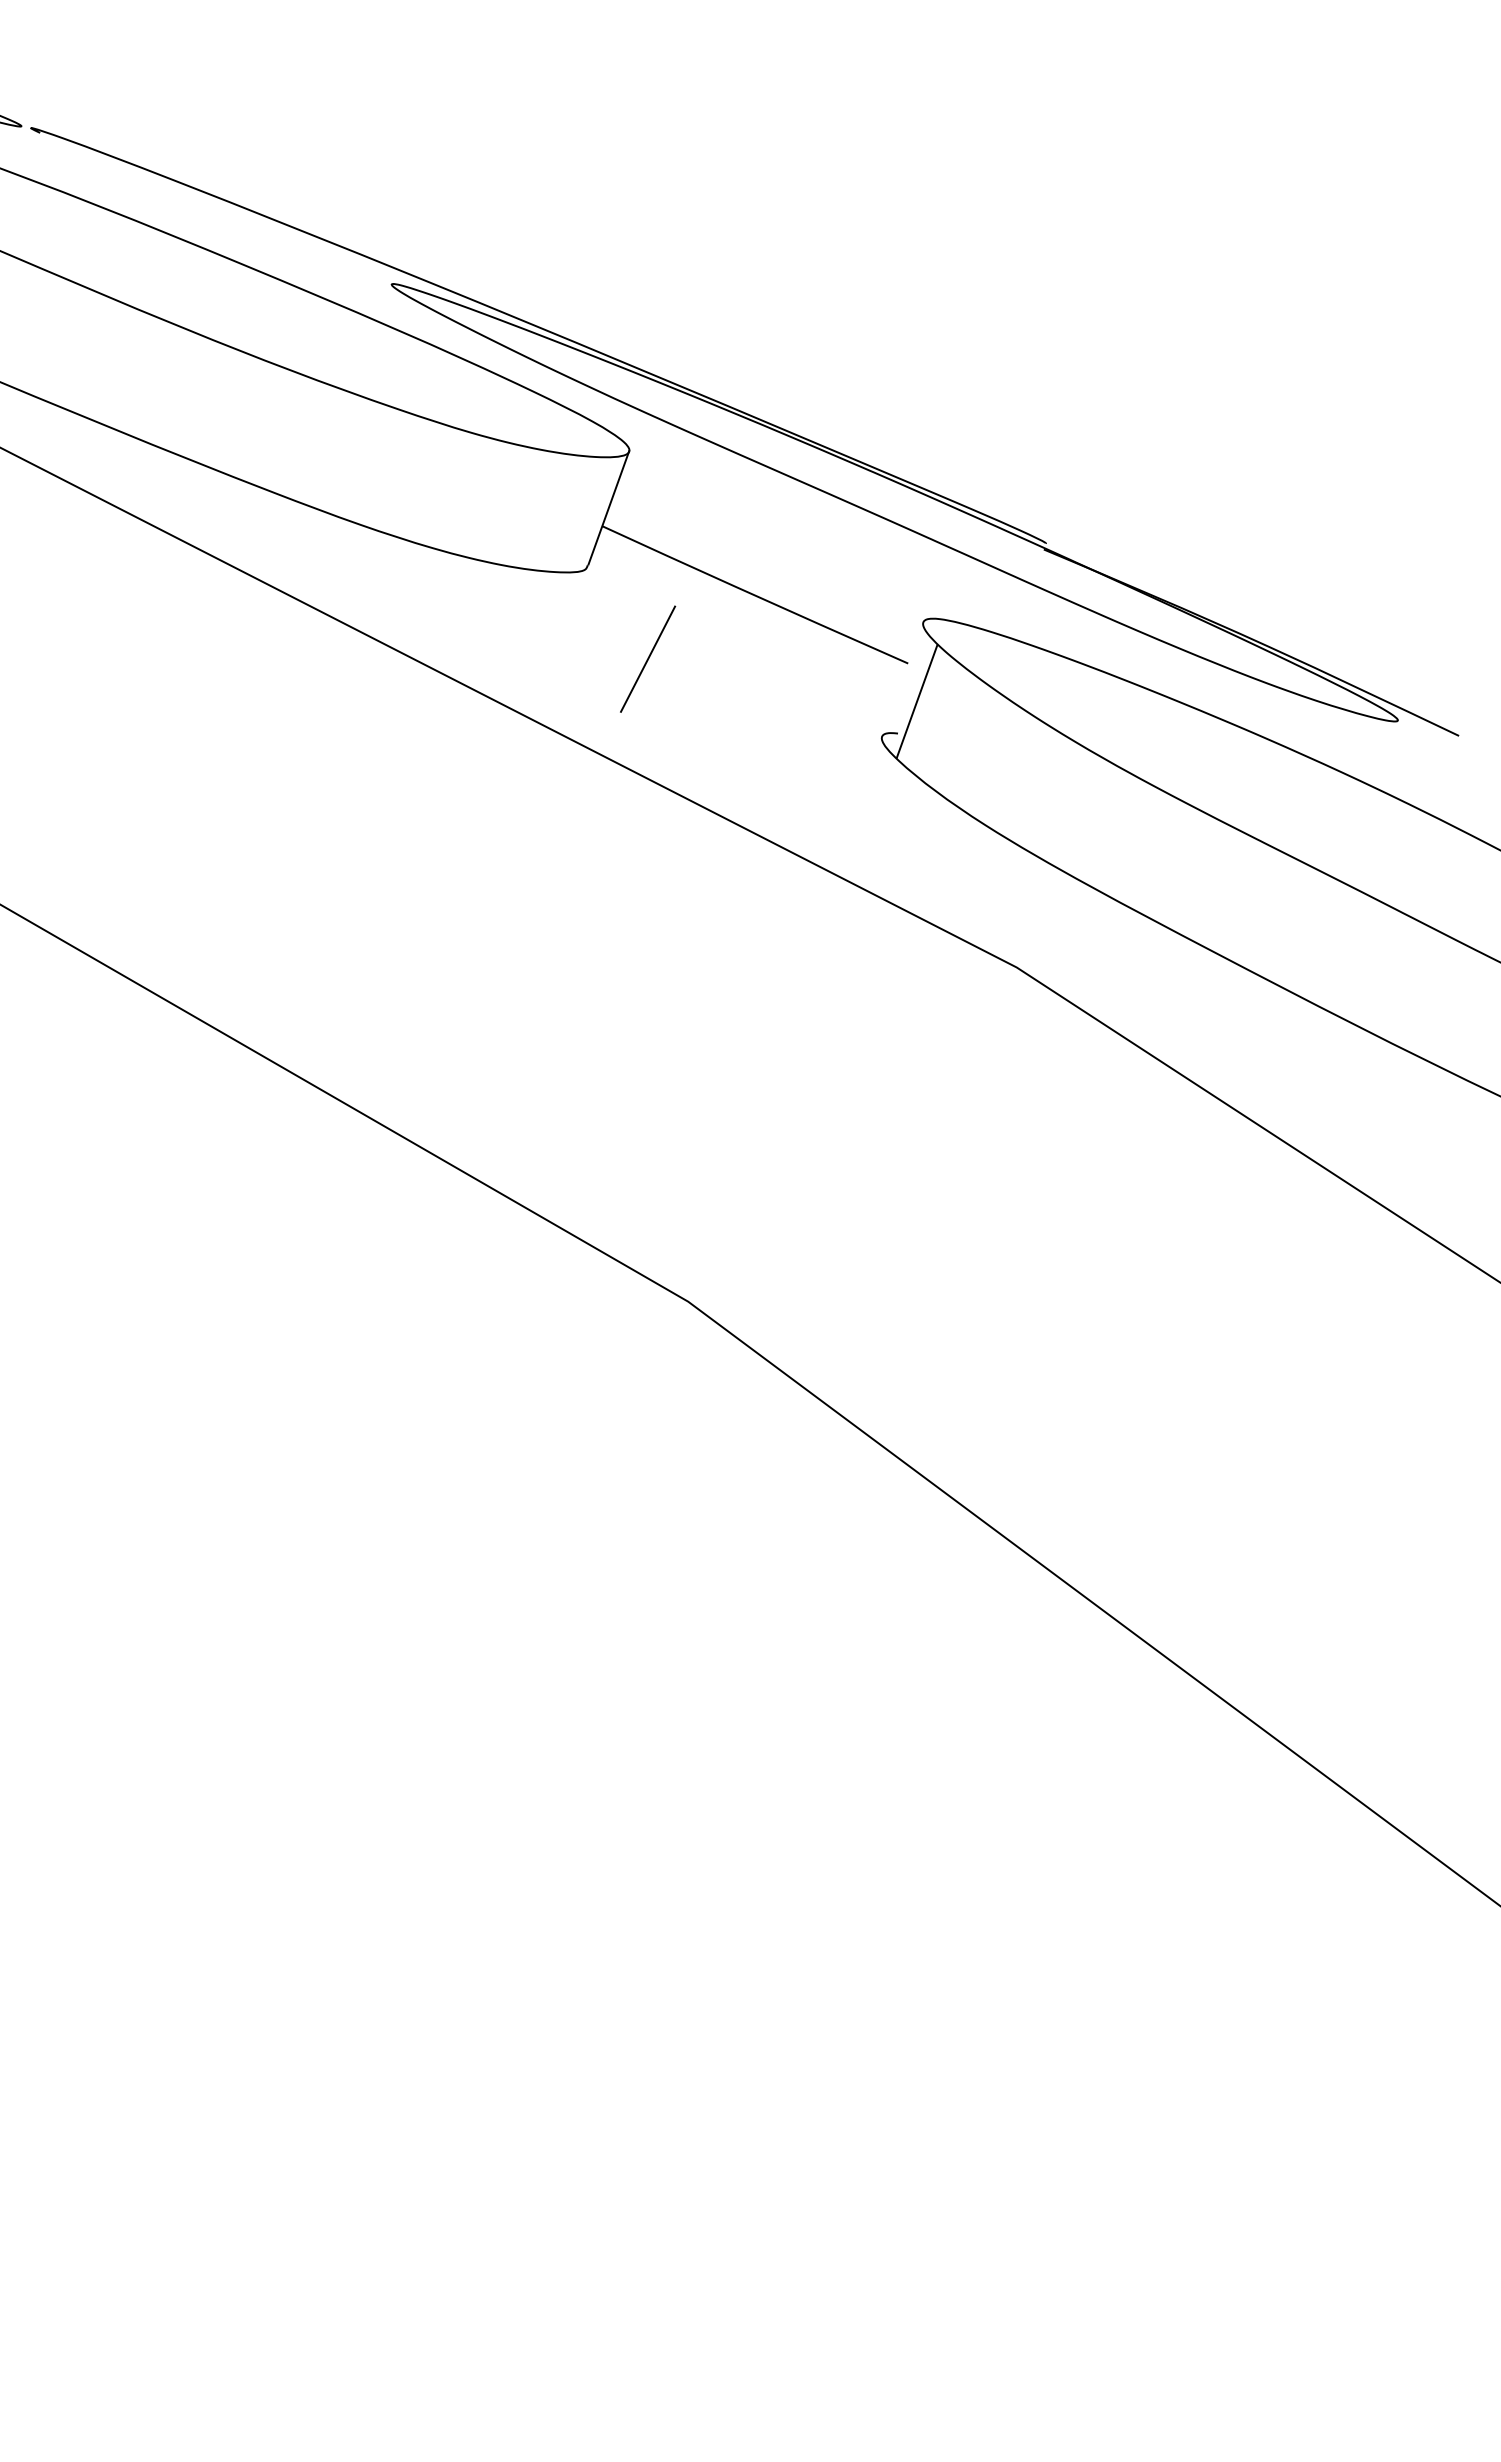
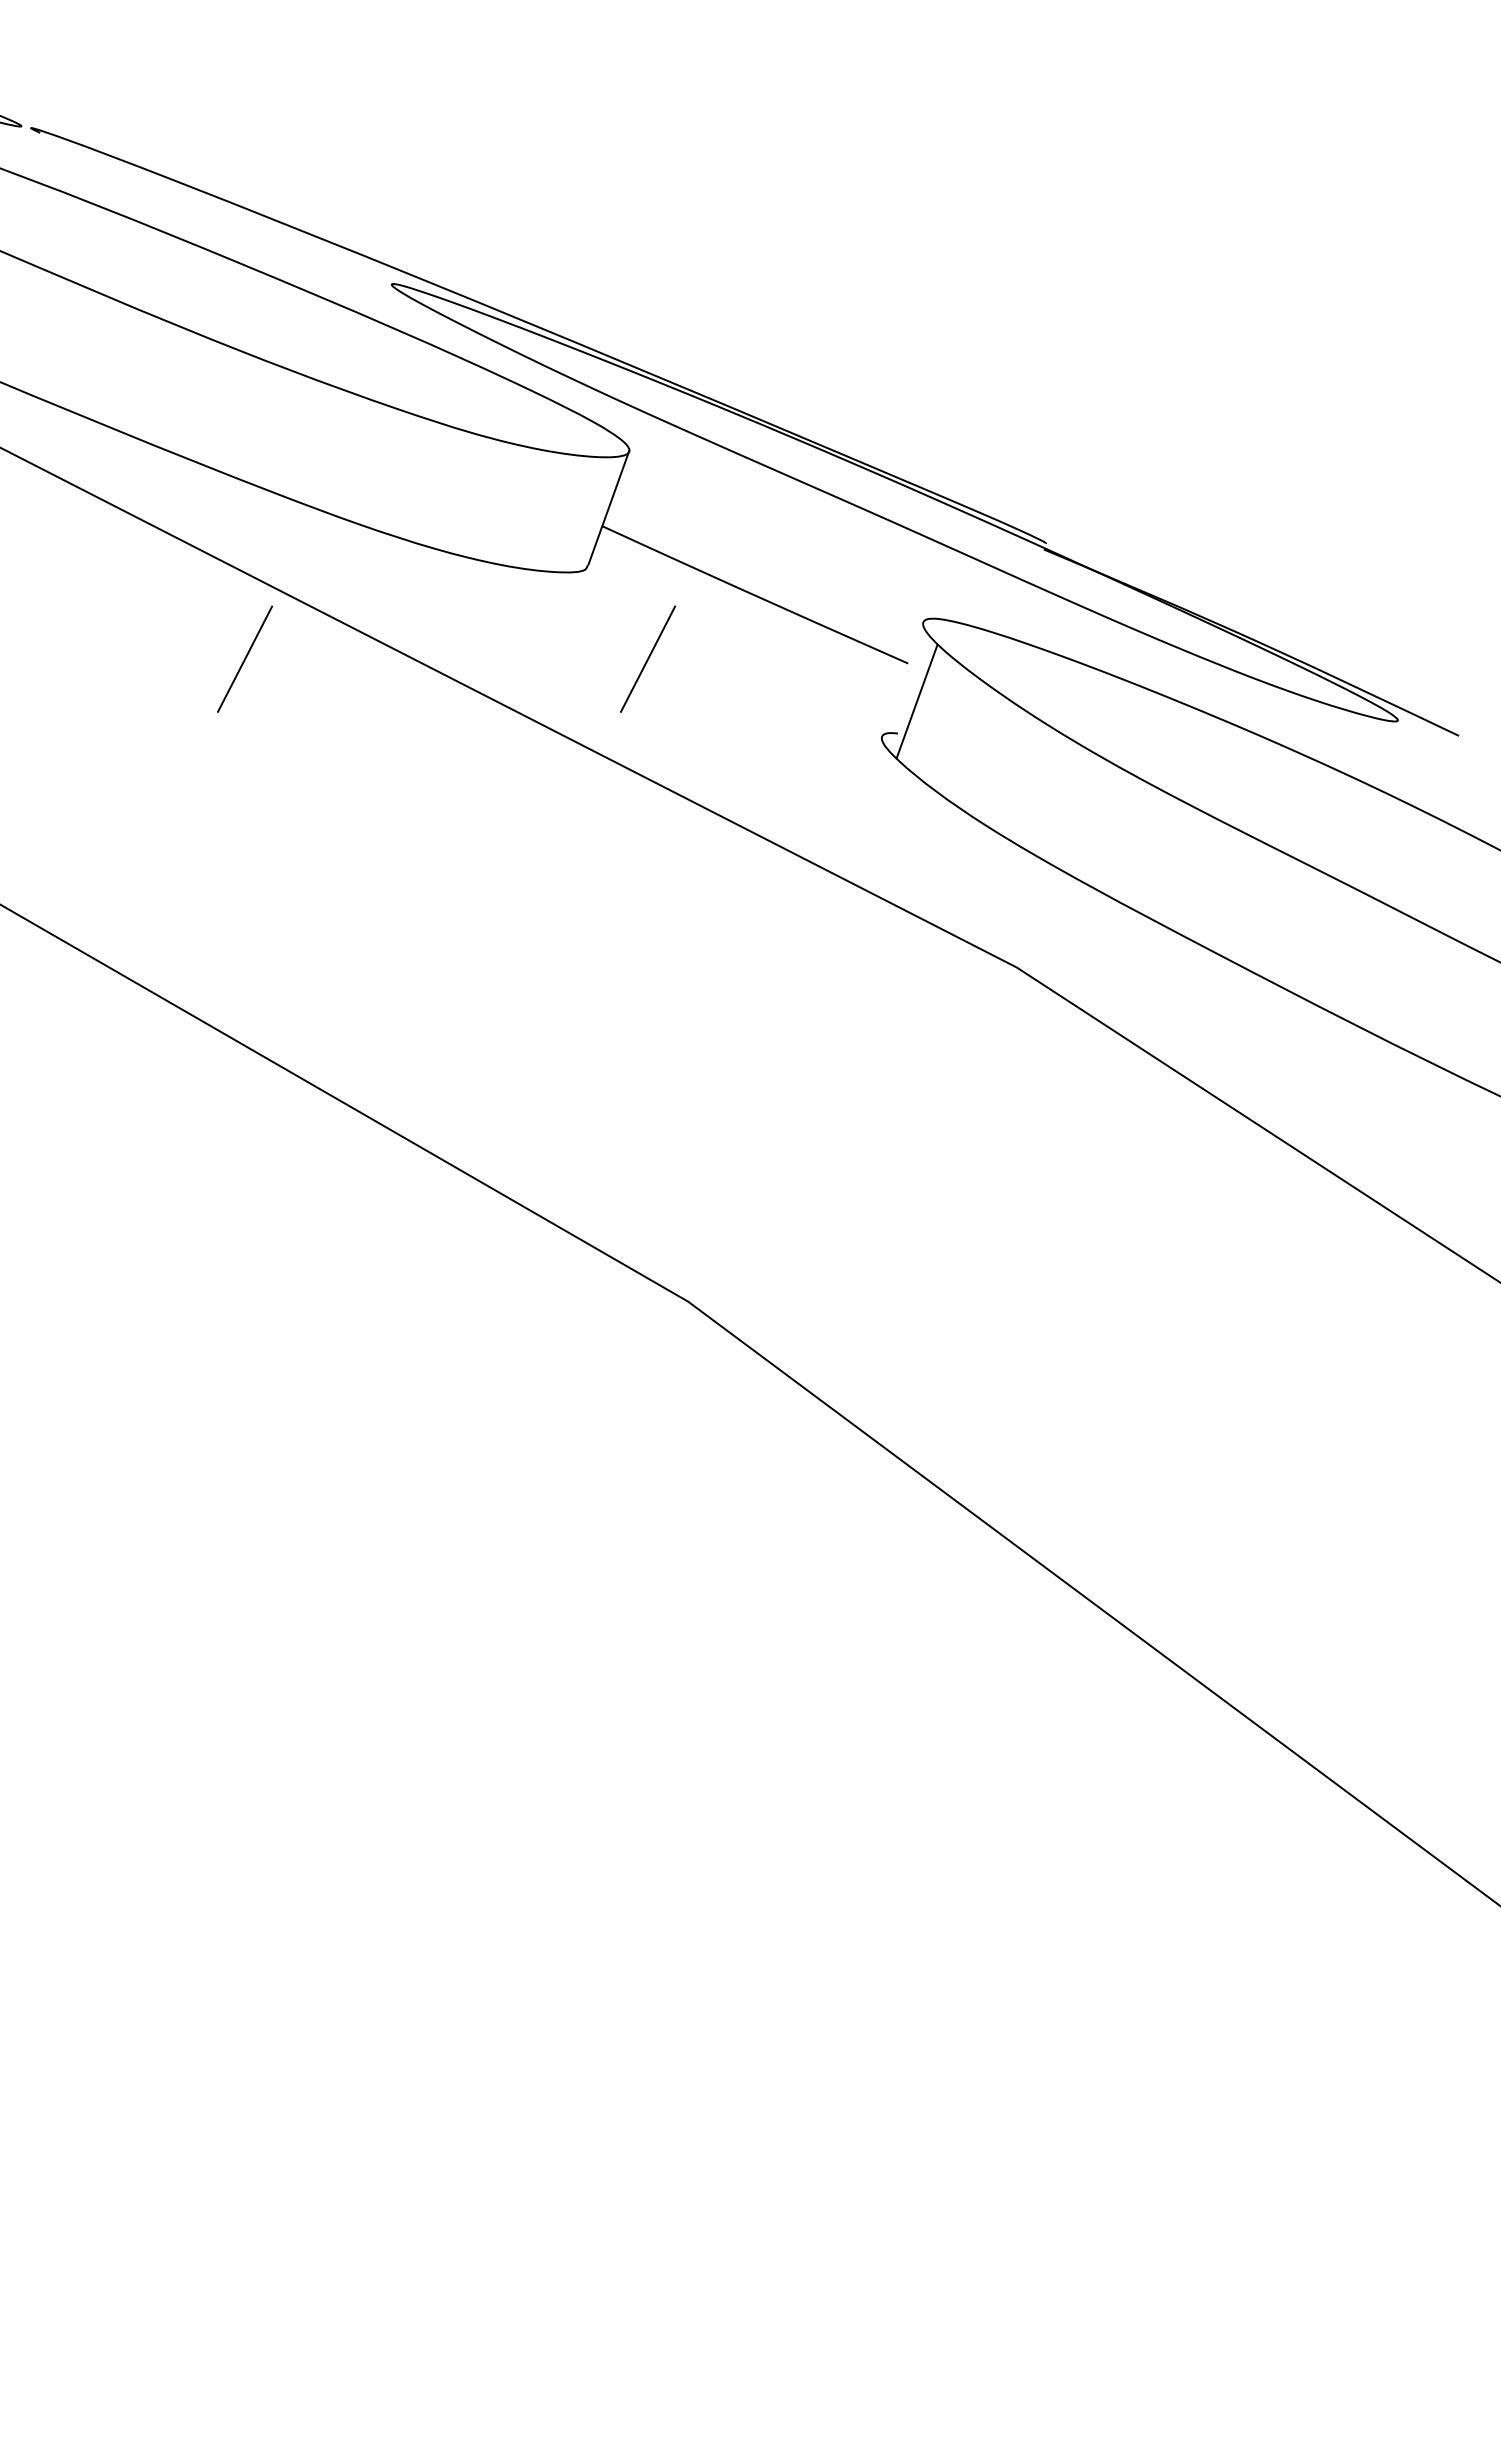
line at (245, 658): none -> present
